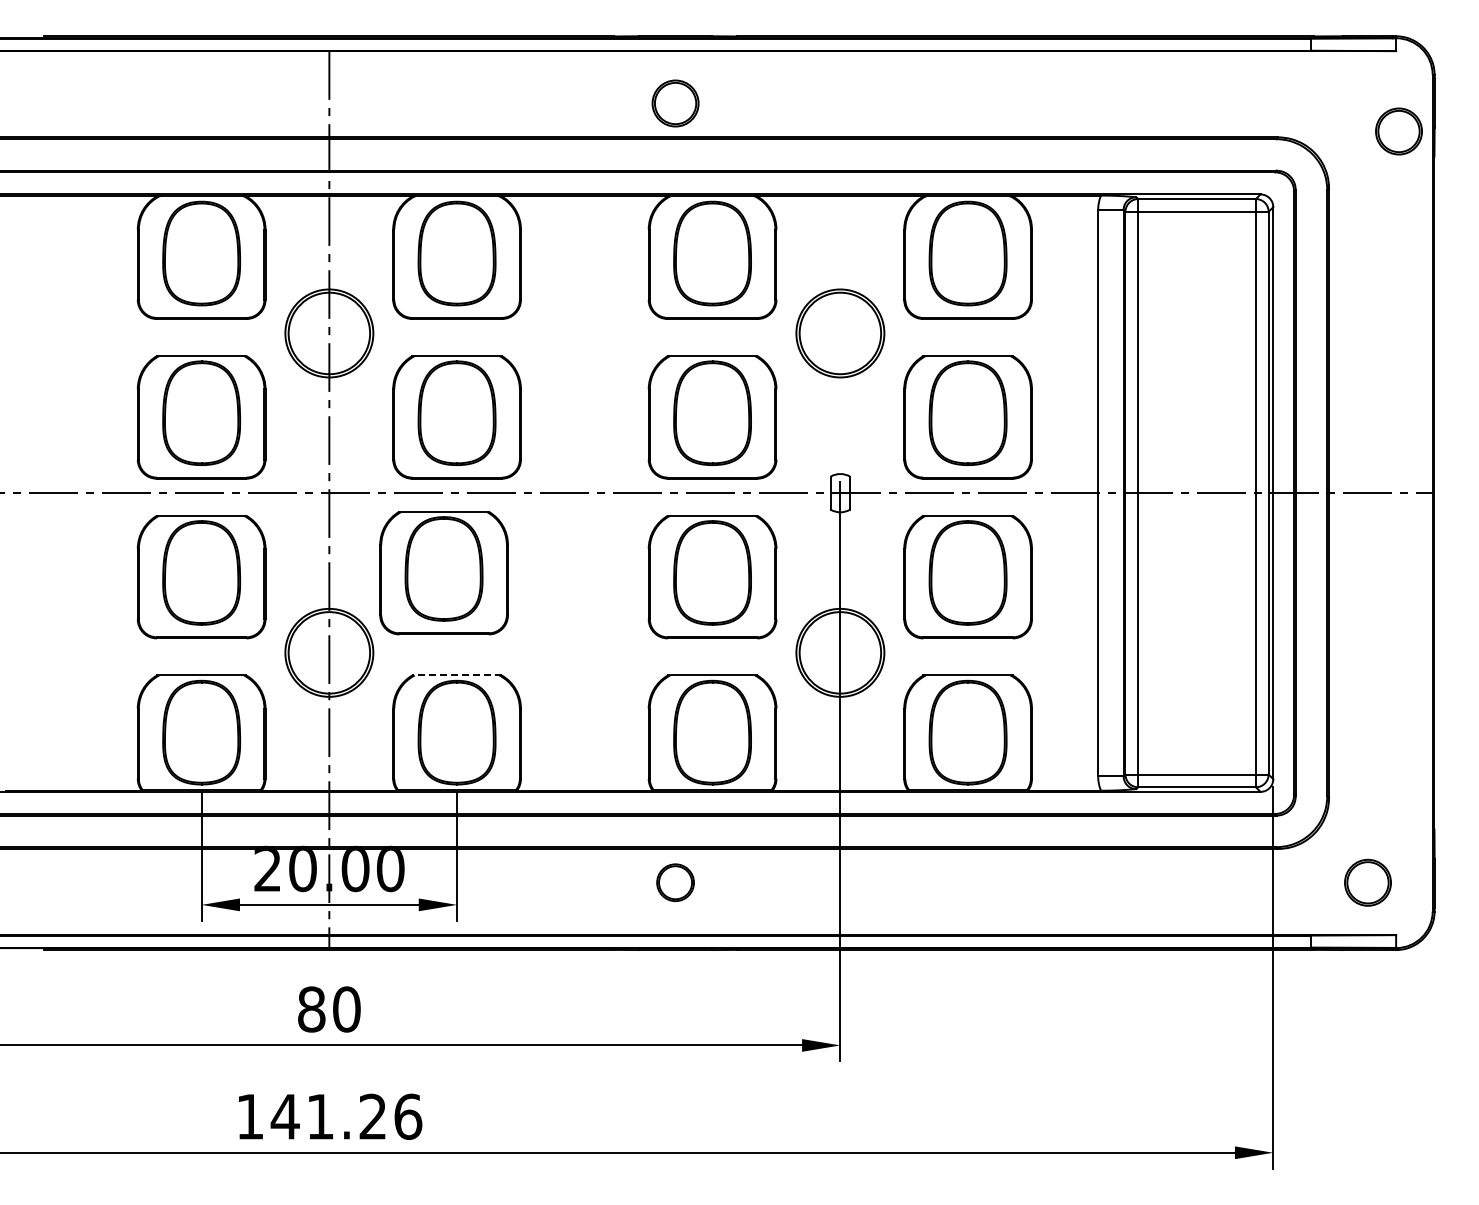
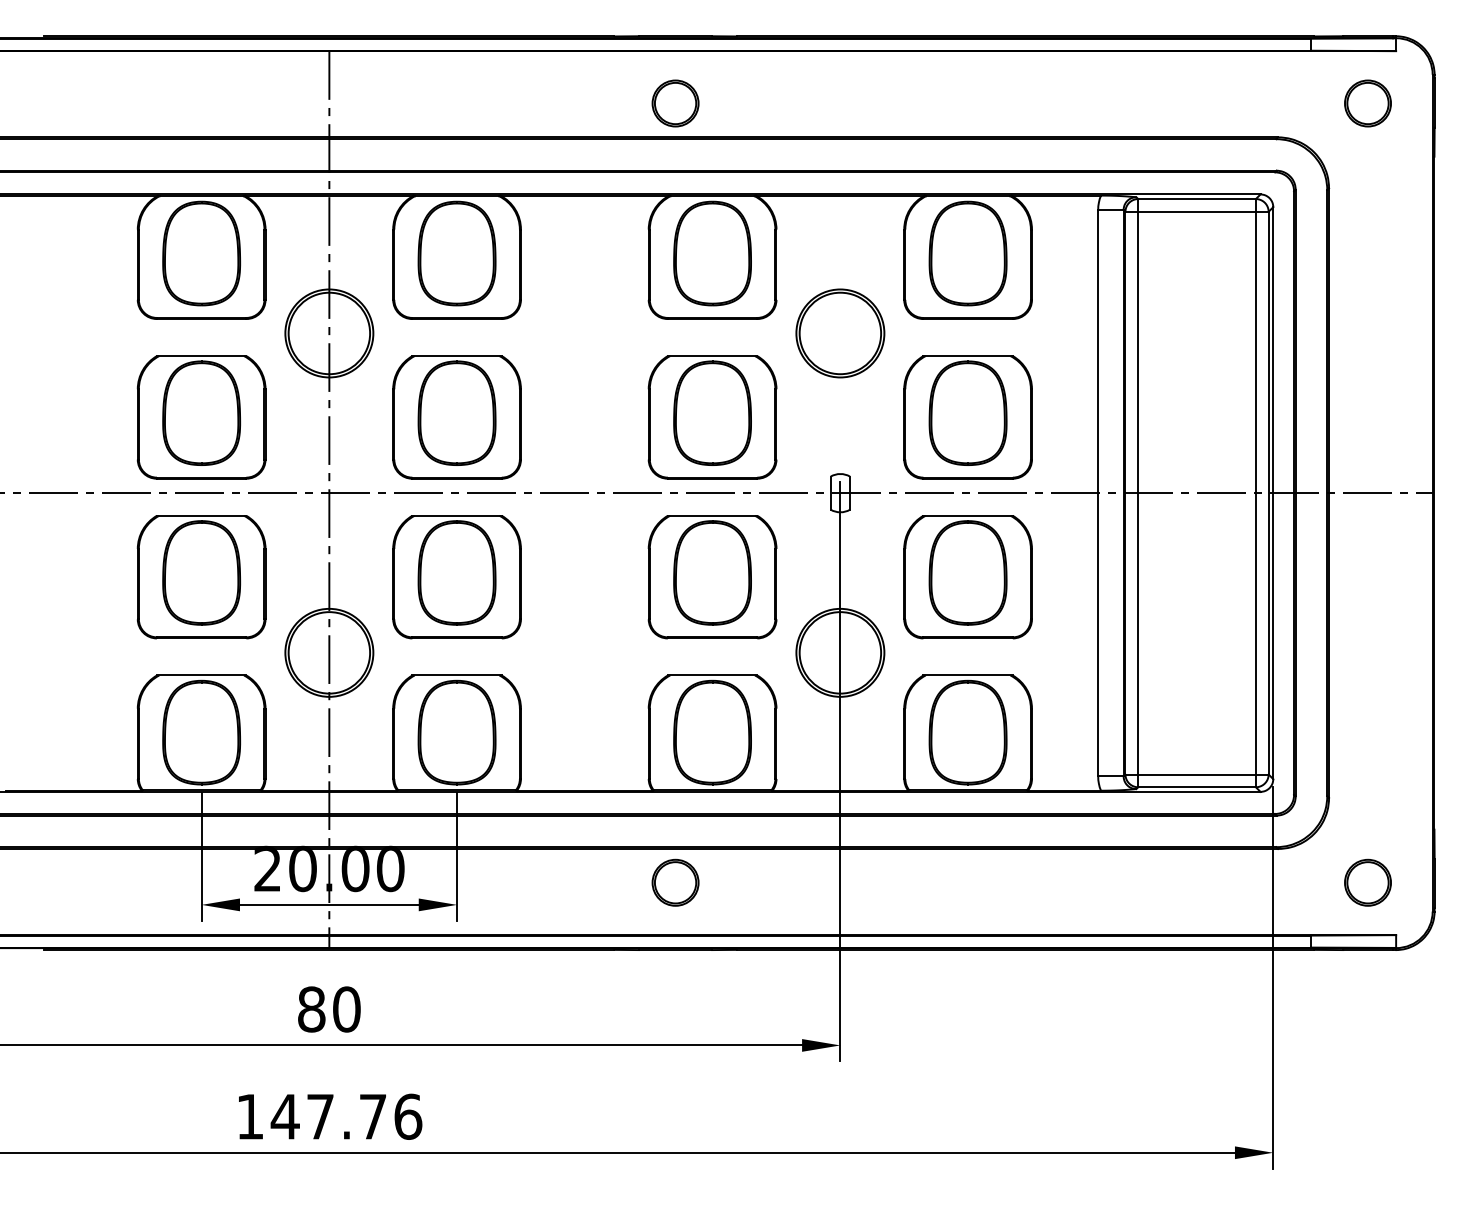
part at (1398, 131) position: (1398, 131) -> (1367, 103)
part at (443, 573) position: (443, 573) -> (456, 577)
line at (457, 675): dashed -> solid
part at (675, 882) size: 39x39 px -> 49x49 px
text at (346, 1116): 141.26 -> 147.76
